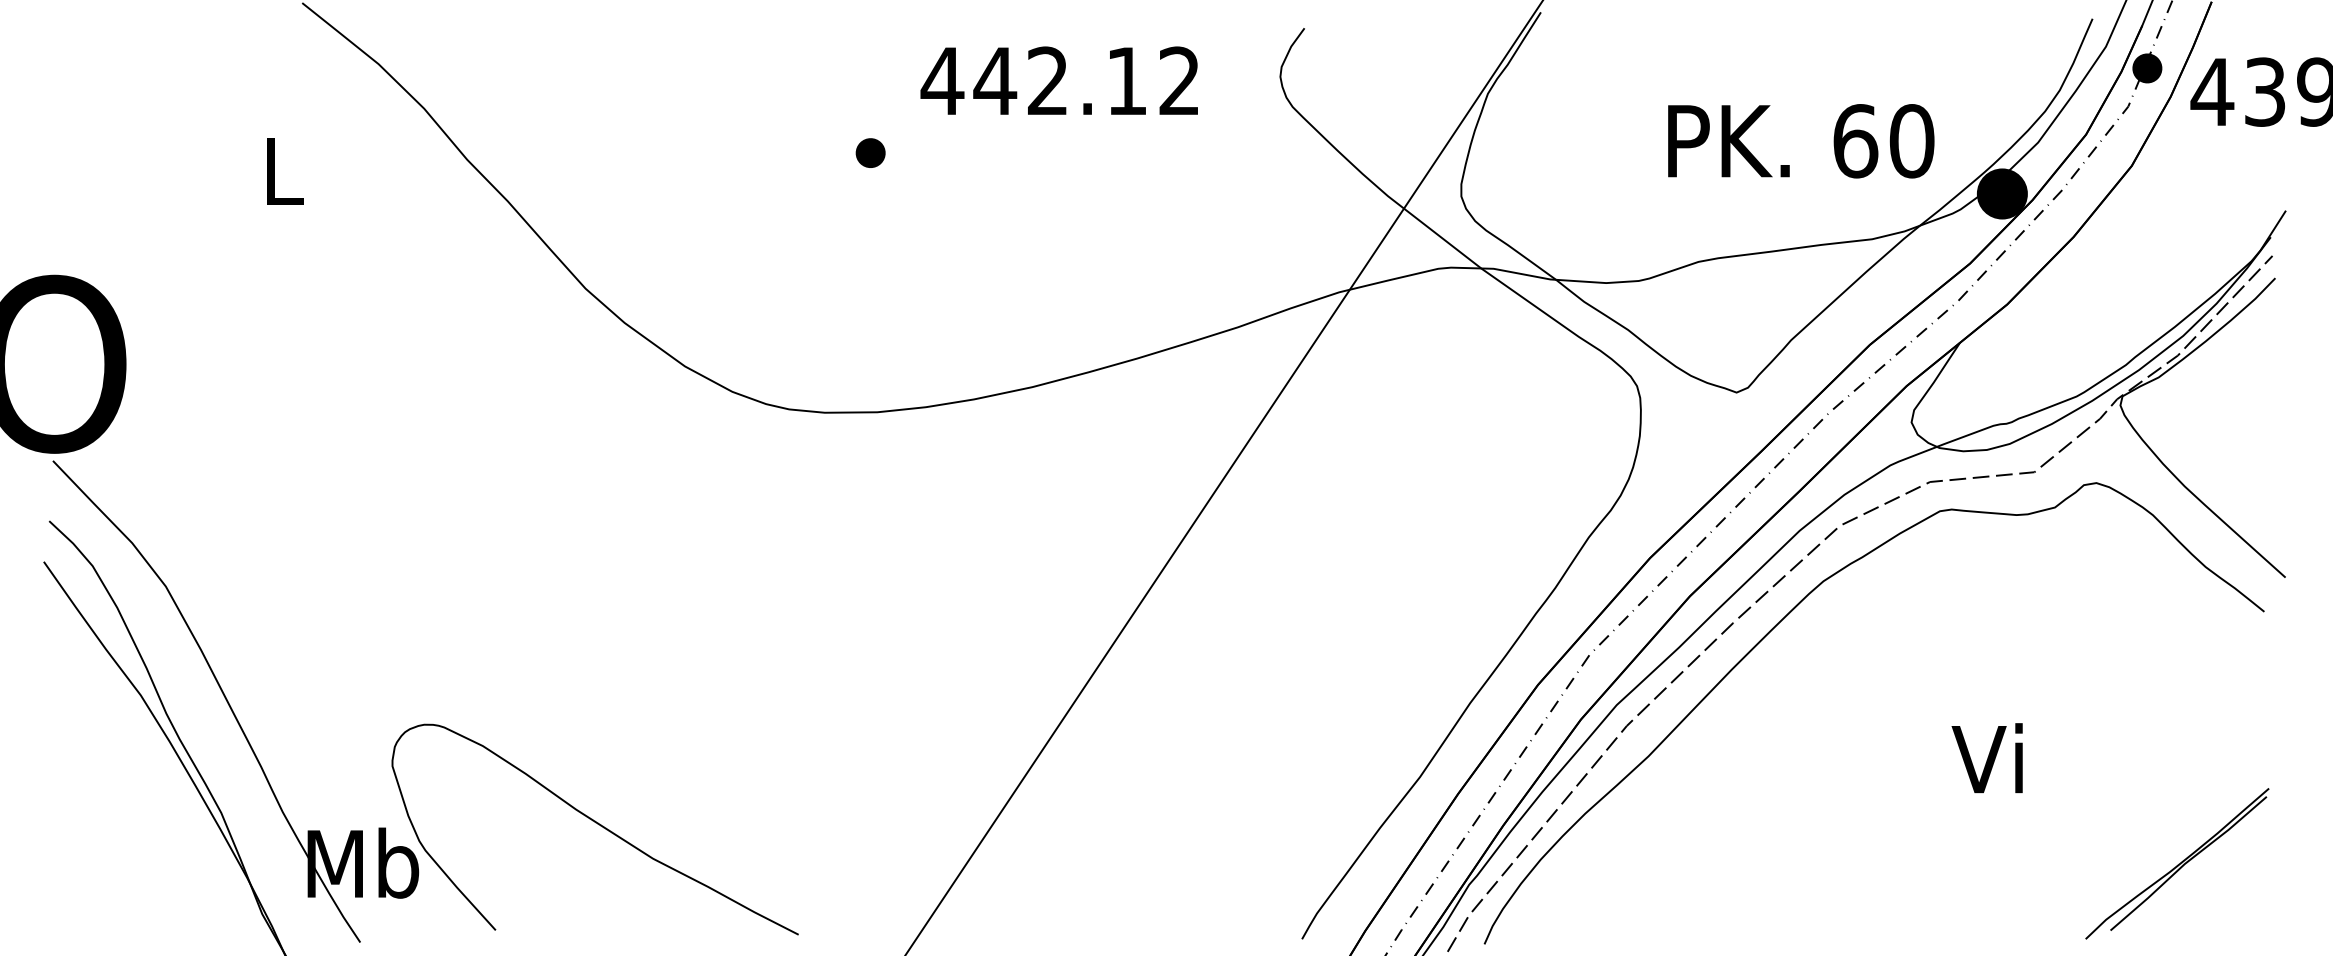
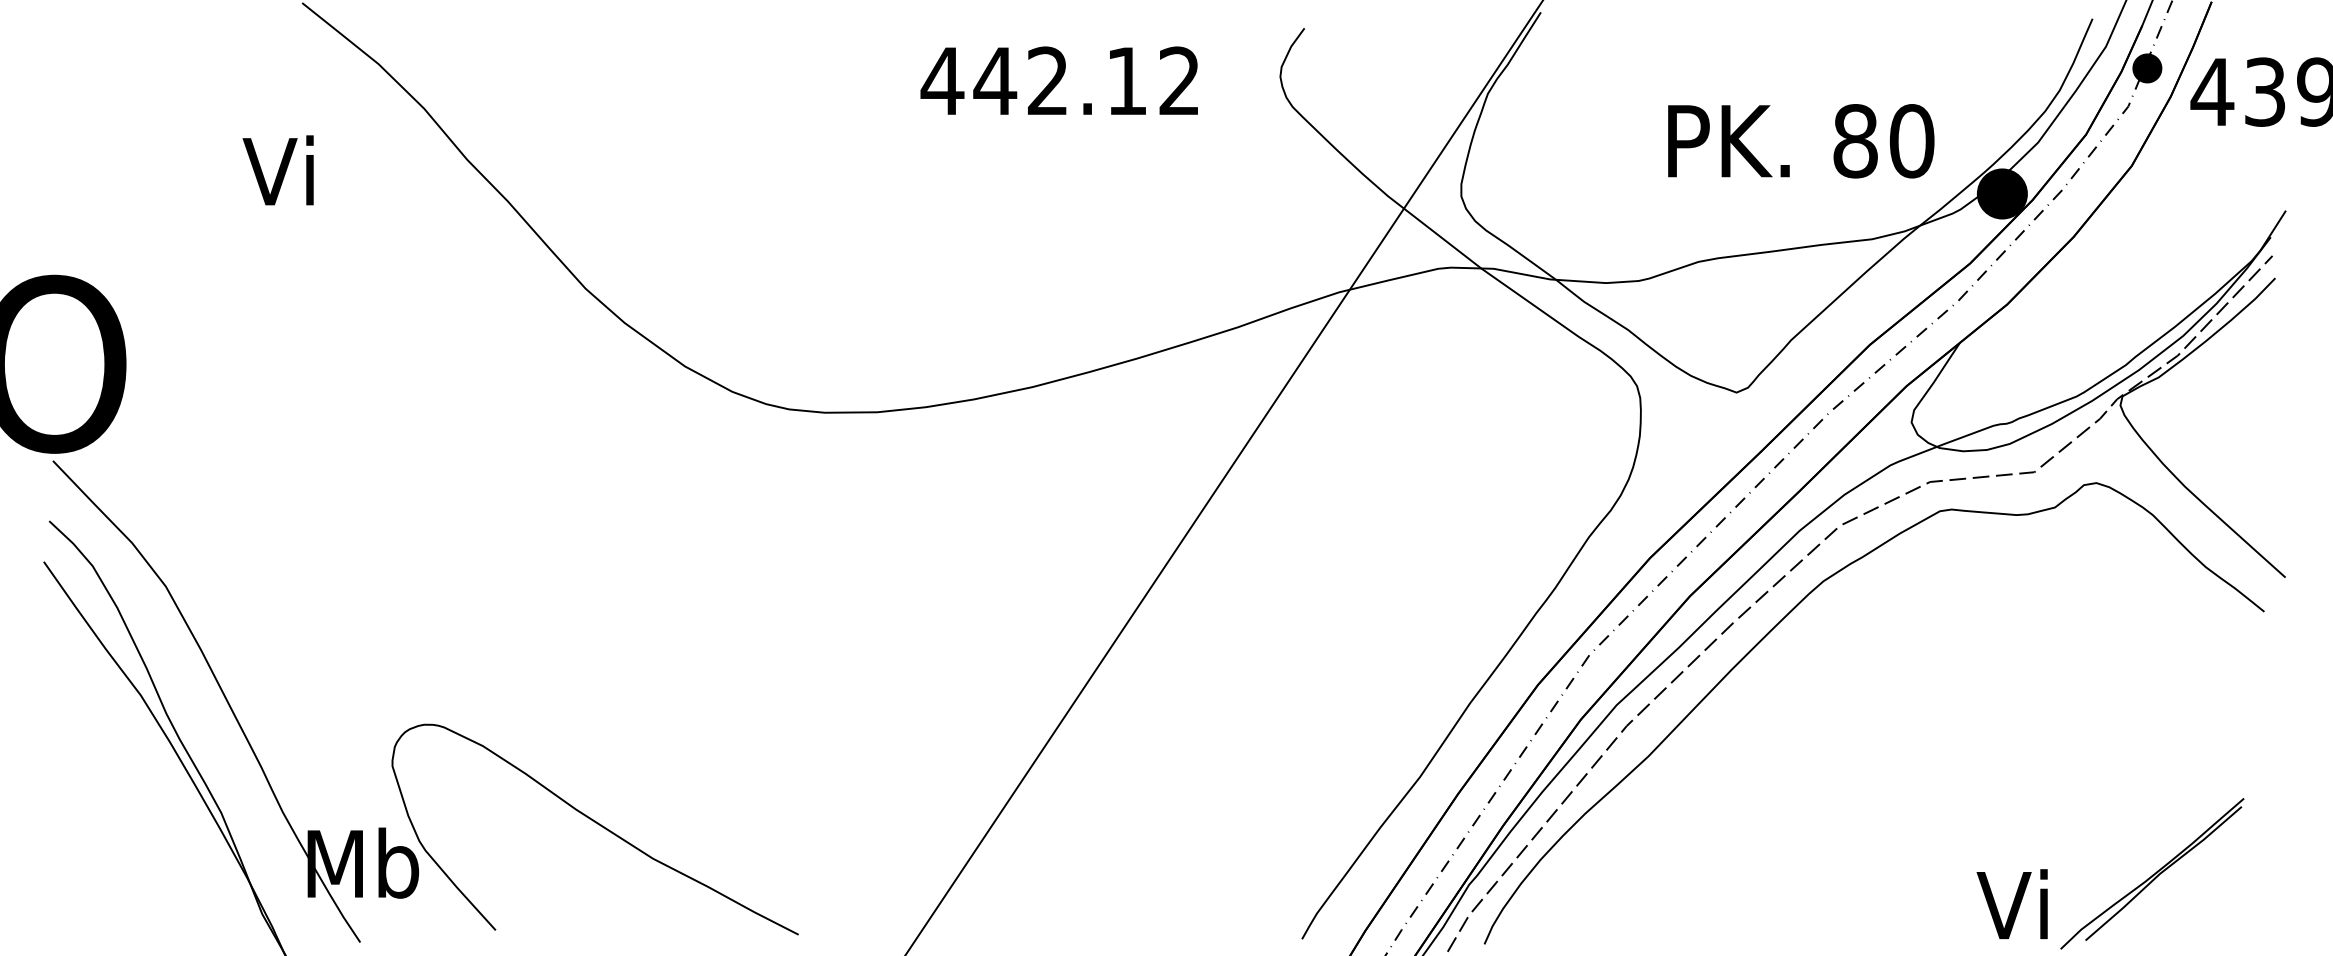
text at (1855, 141): 60 -> 80
part at (870, 152): present -> none
text at (277, 170): L -> Vi
text at (1986, 758) position: (1986, 758) -> (2011, 904)
part at (2177, 863) position: (2177, 863) -> (2152, 873)
